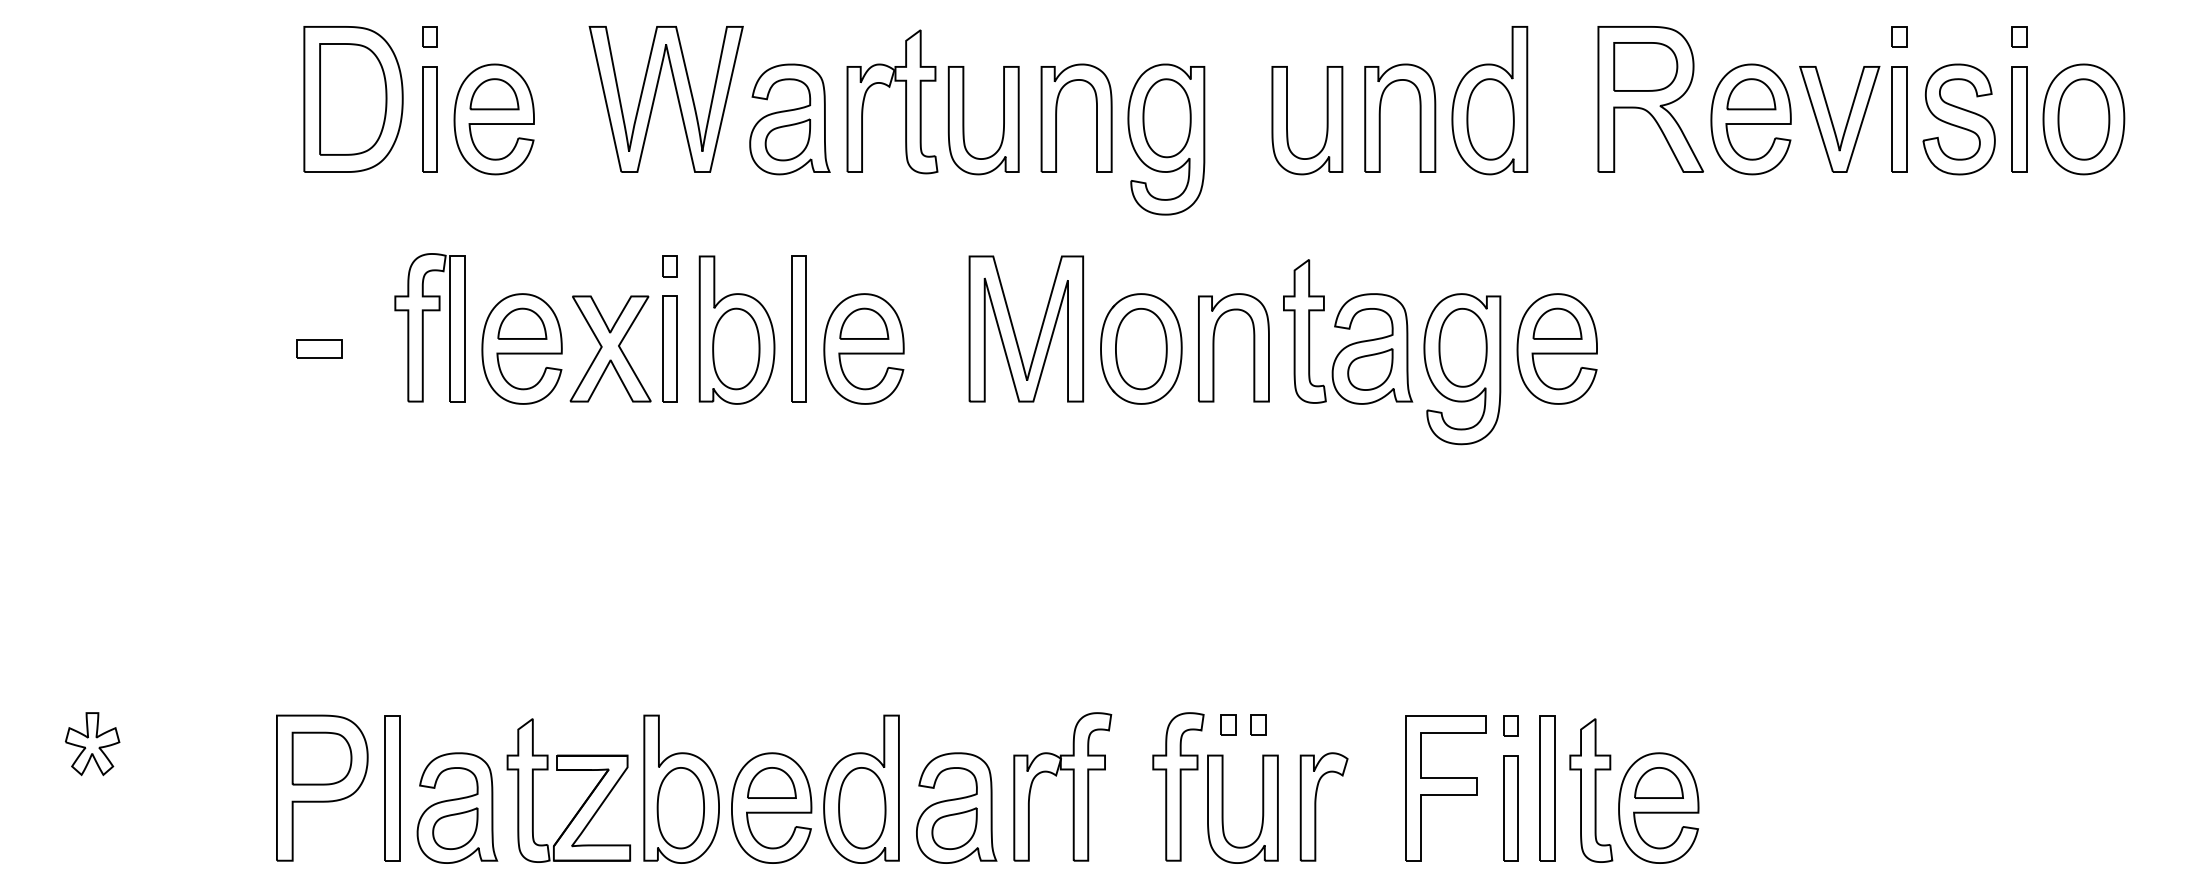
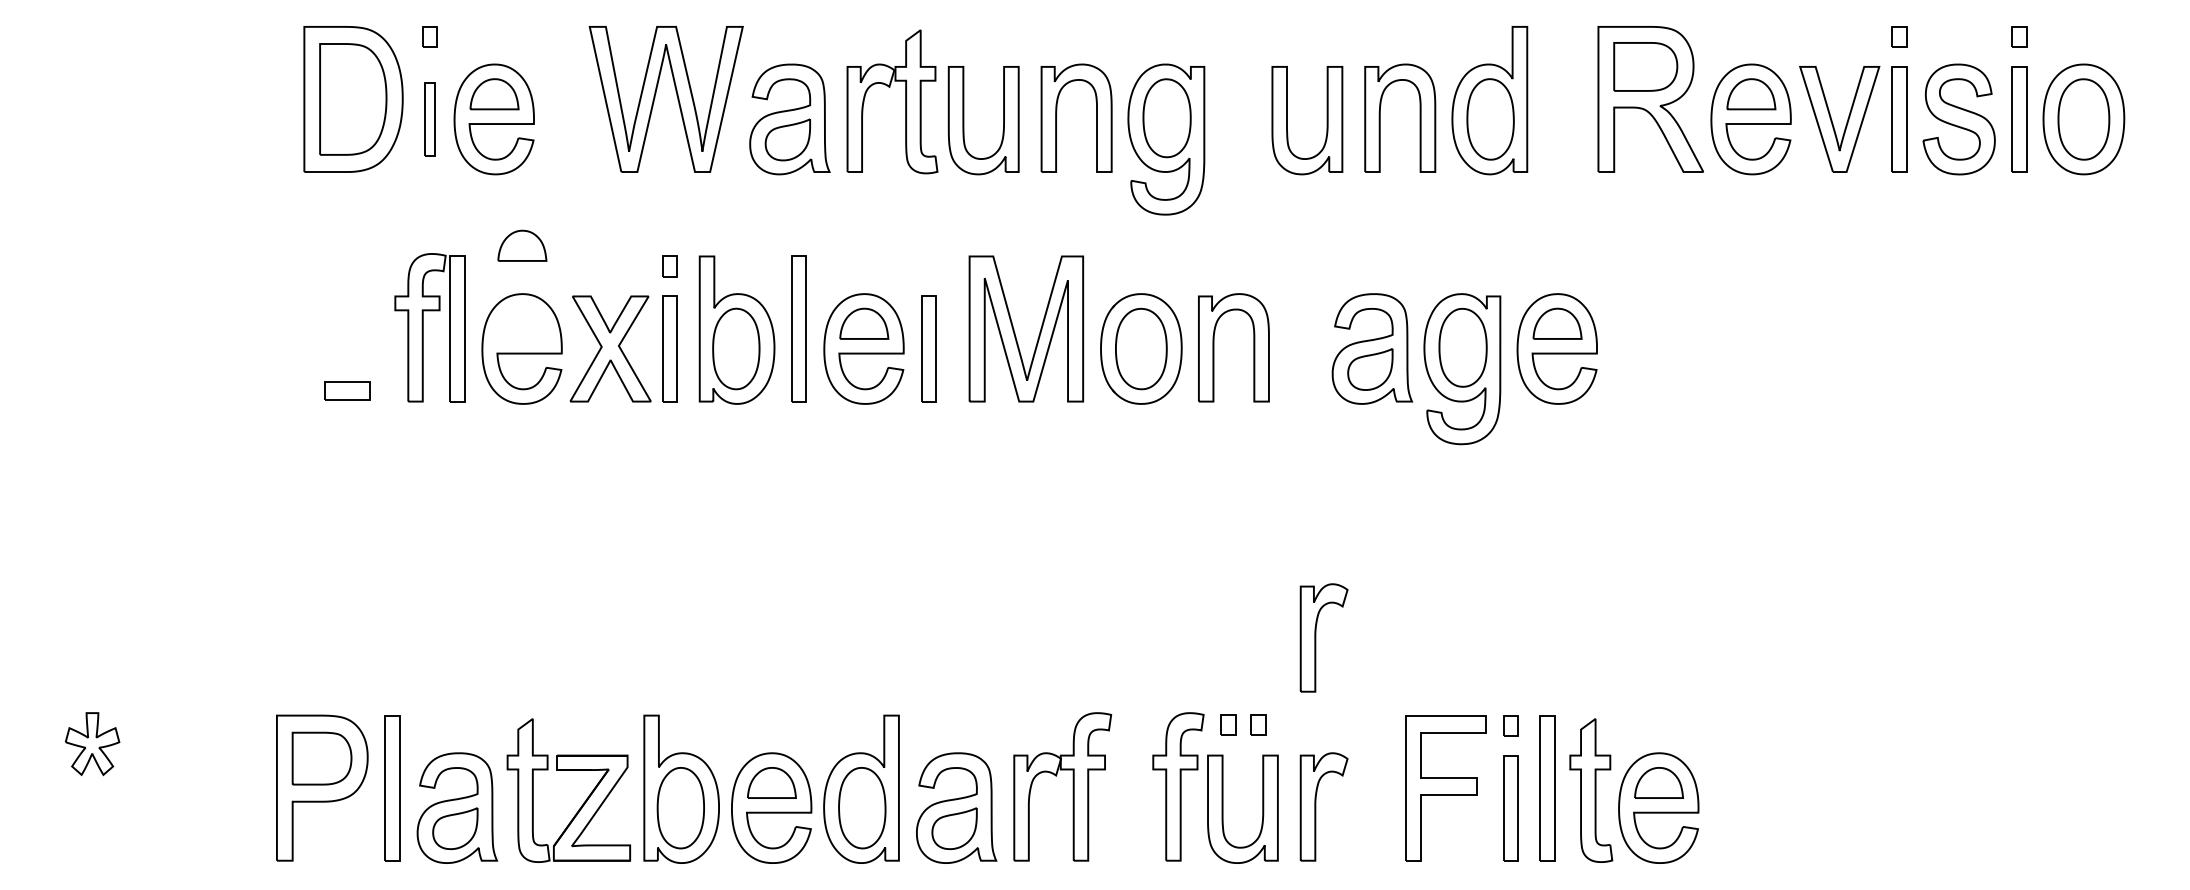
part at (429, 119) size: 16x107 px -> 12x75 px
part at (522, 323) position: (522, 323) -> (522, 245)
part at (1304, 331): present -> none
part at (319, 348) position: (319, 348) -> (347, 390)
part at (928, 348): none -> present
part at (1316, 637): none -> present
